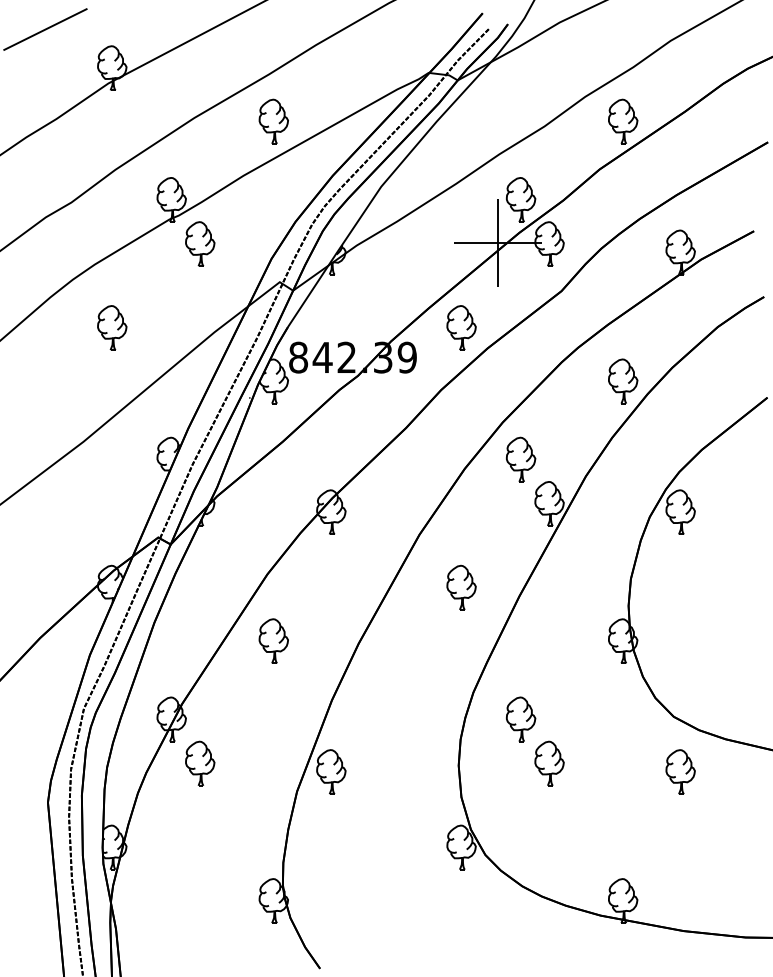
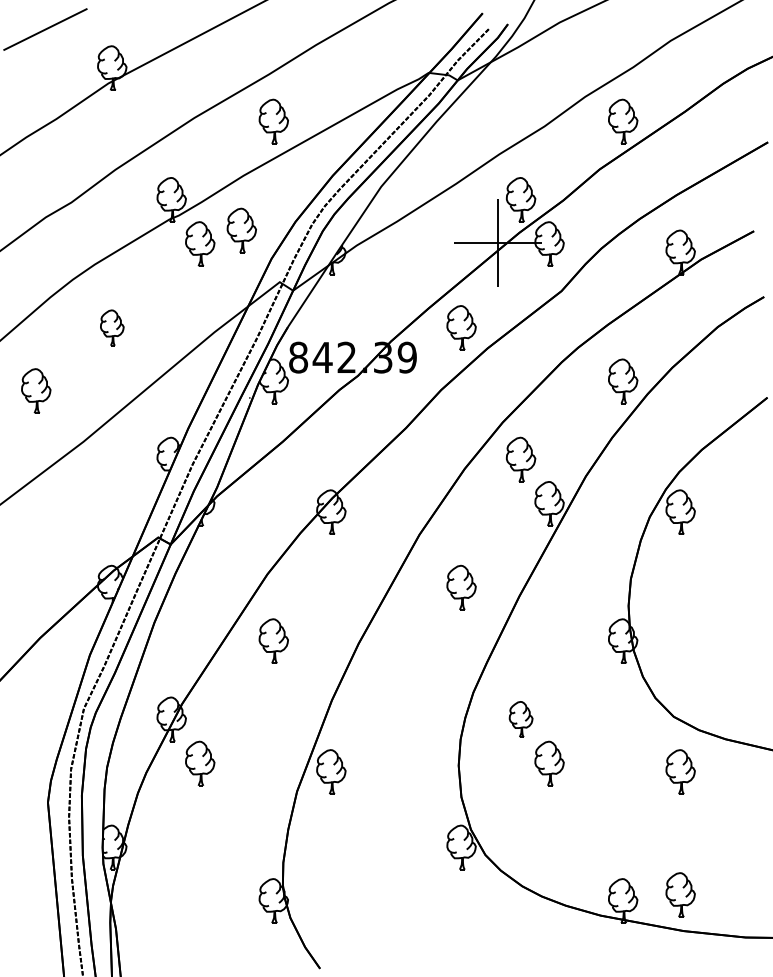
part at (241, 230): none -> present
part at (112, 327) size: 31x46 px -> 25x38 px
part at (36, 390): none -> present
part at (521, 719) size: 31x47 px -> 26x37 px
part at (680, 894): none -> present
